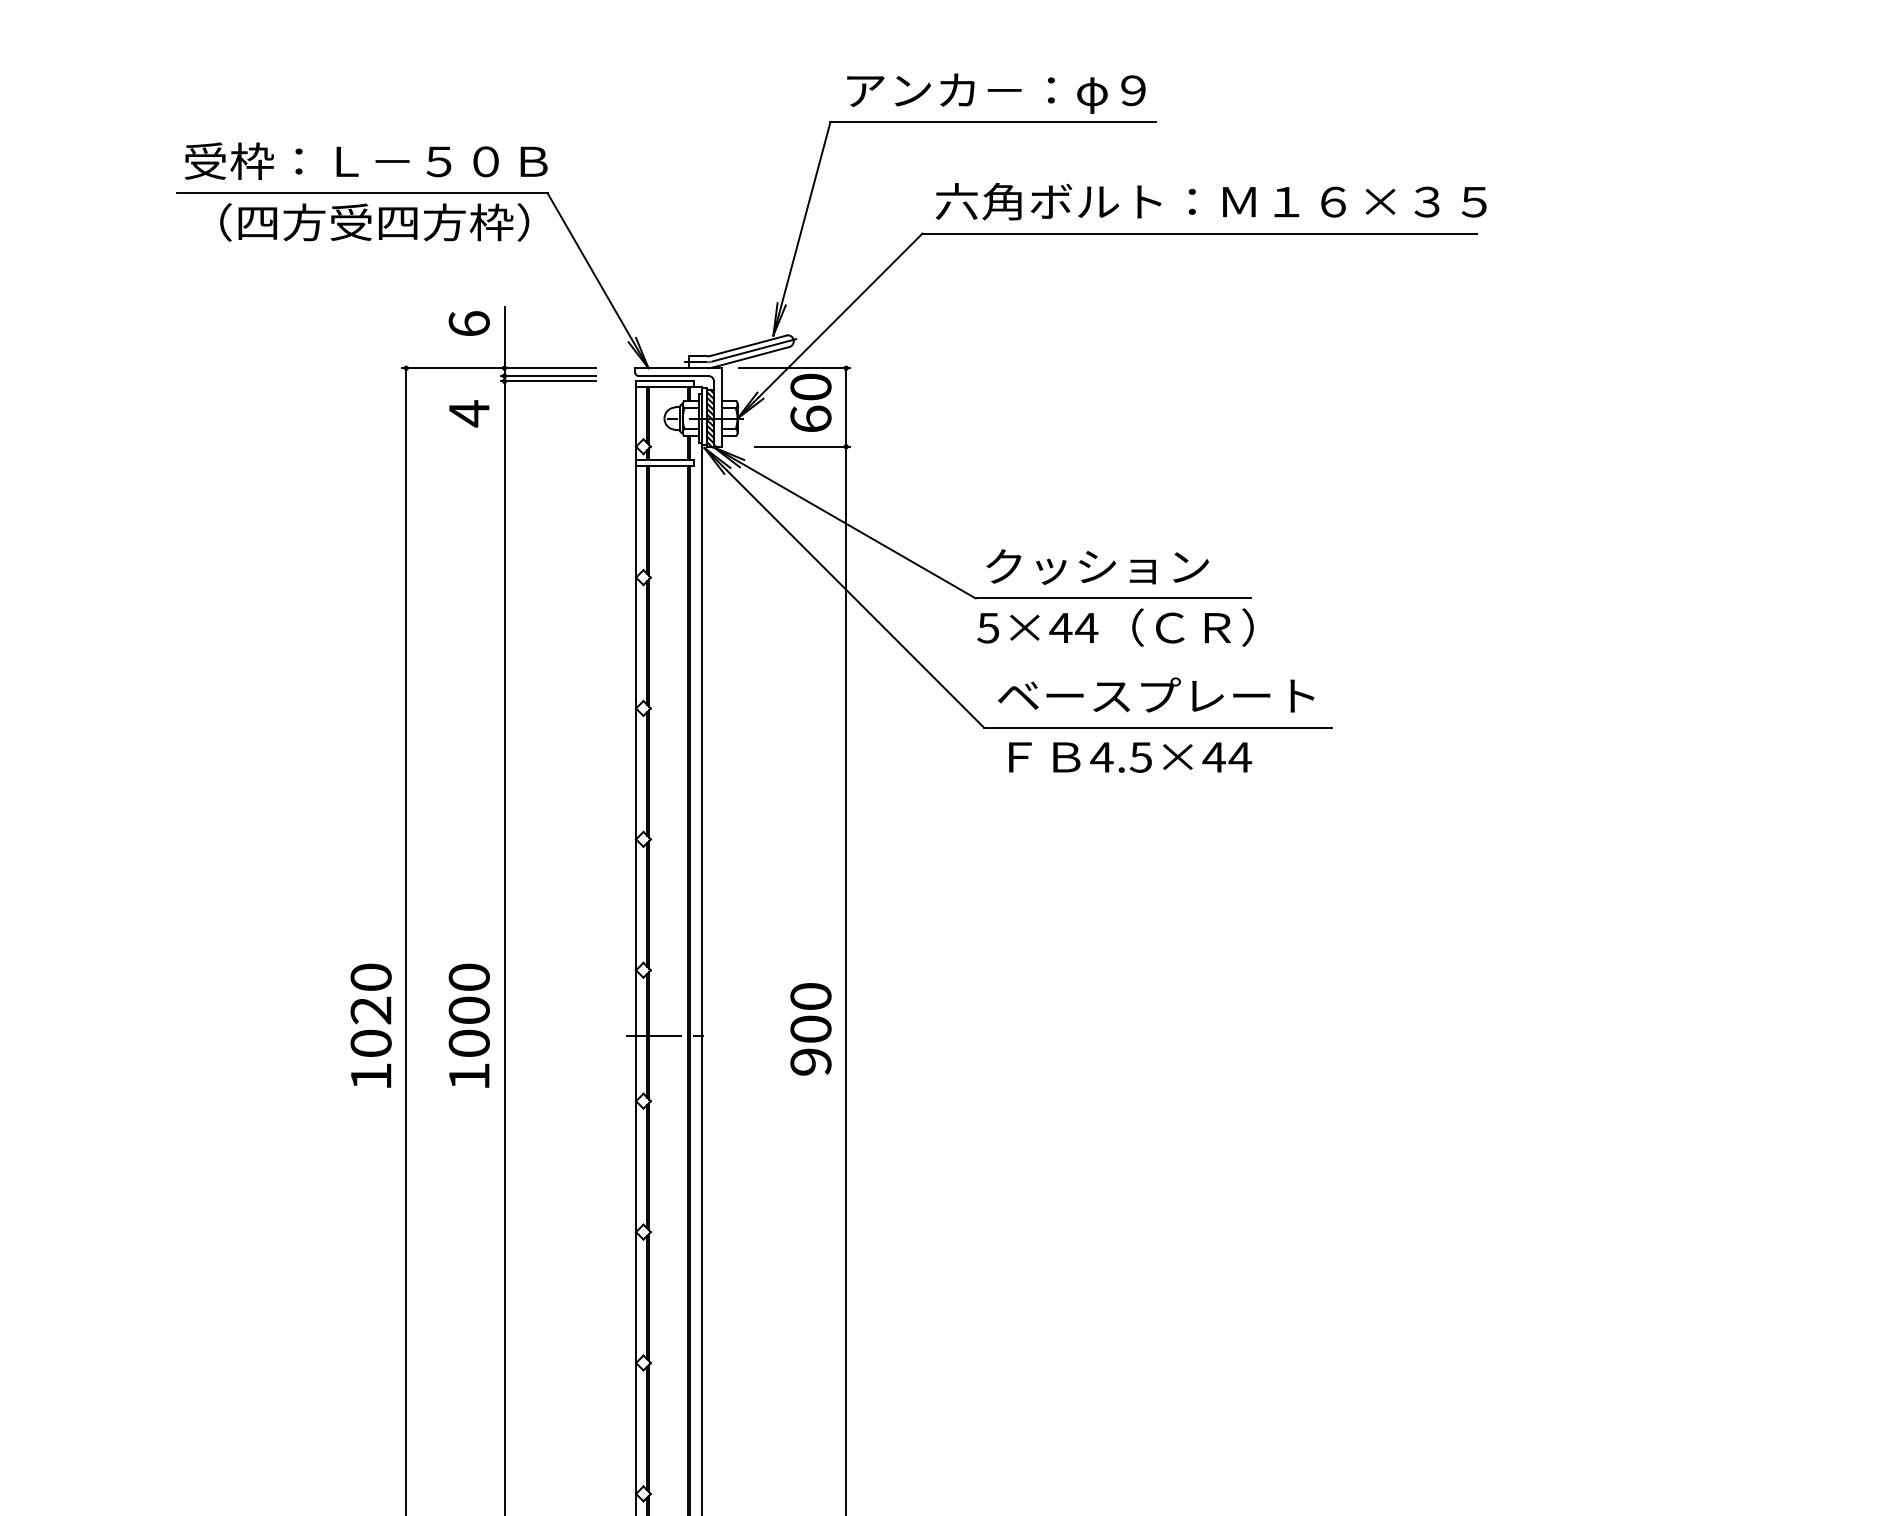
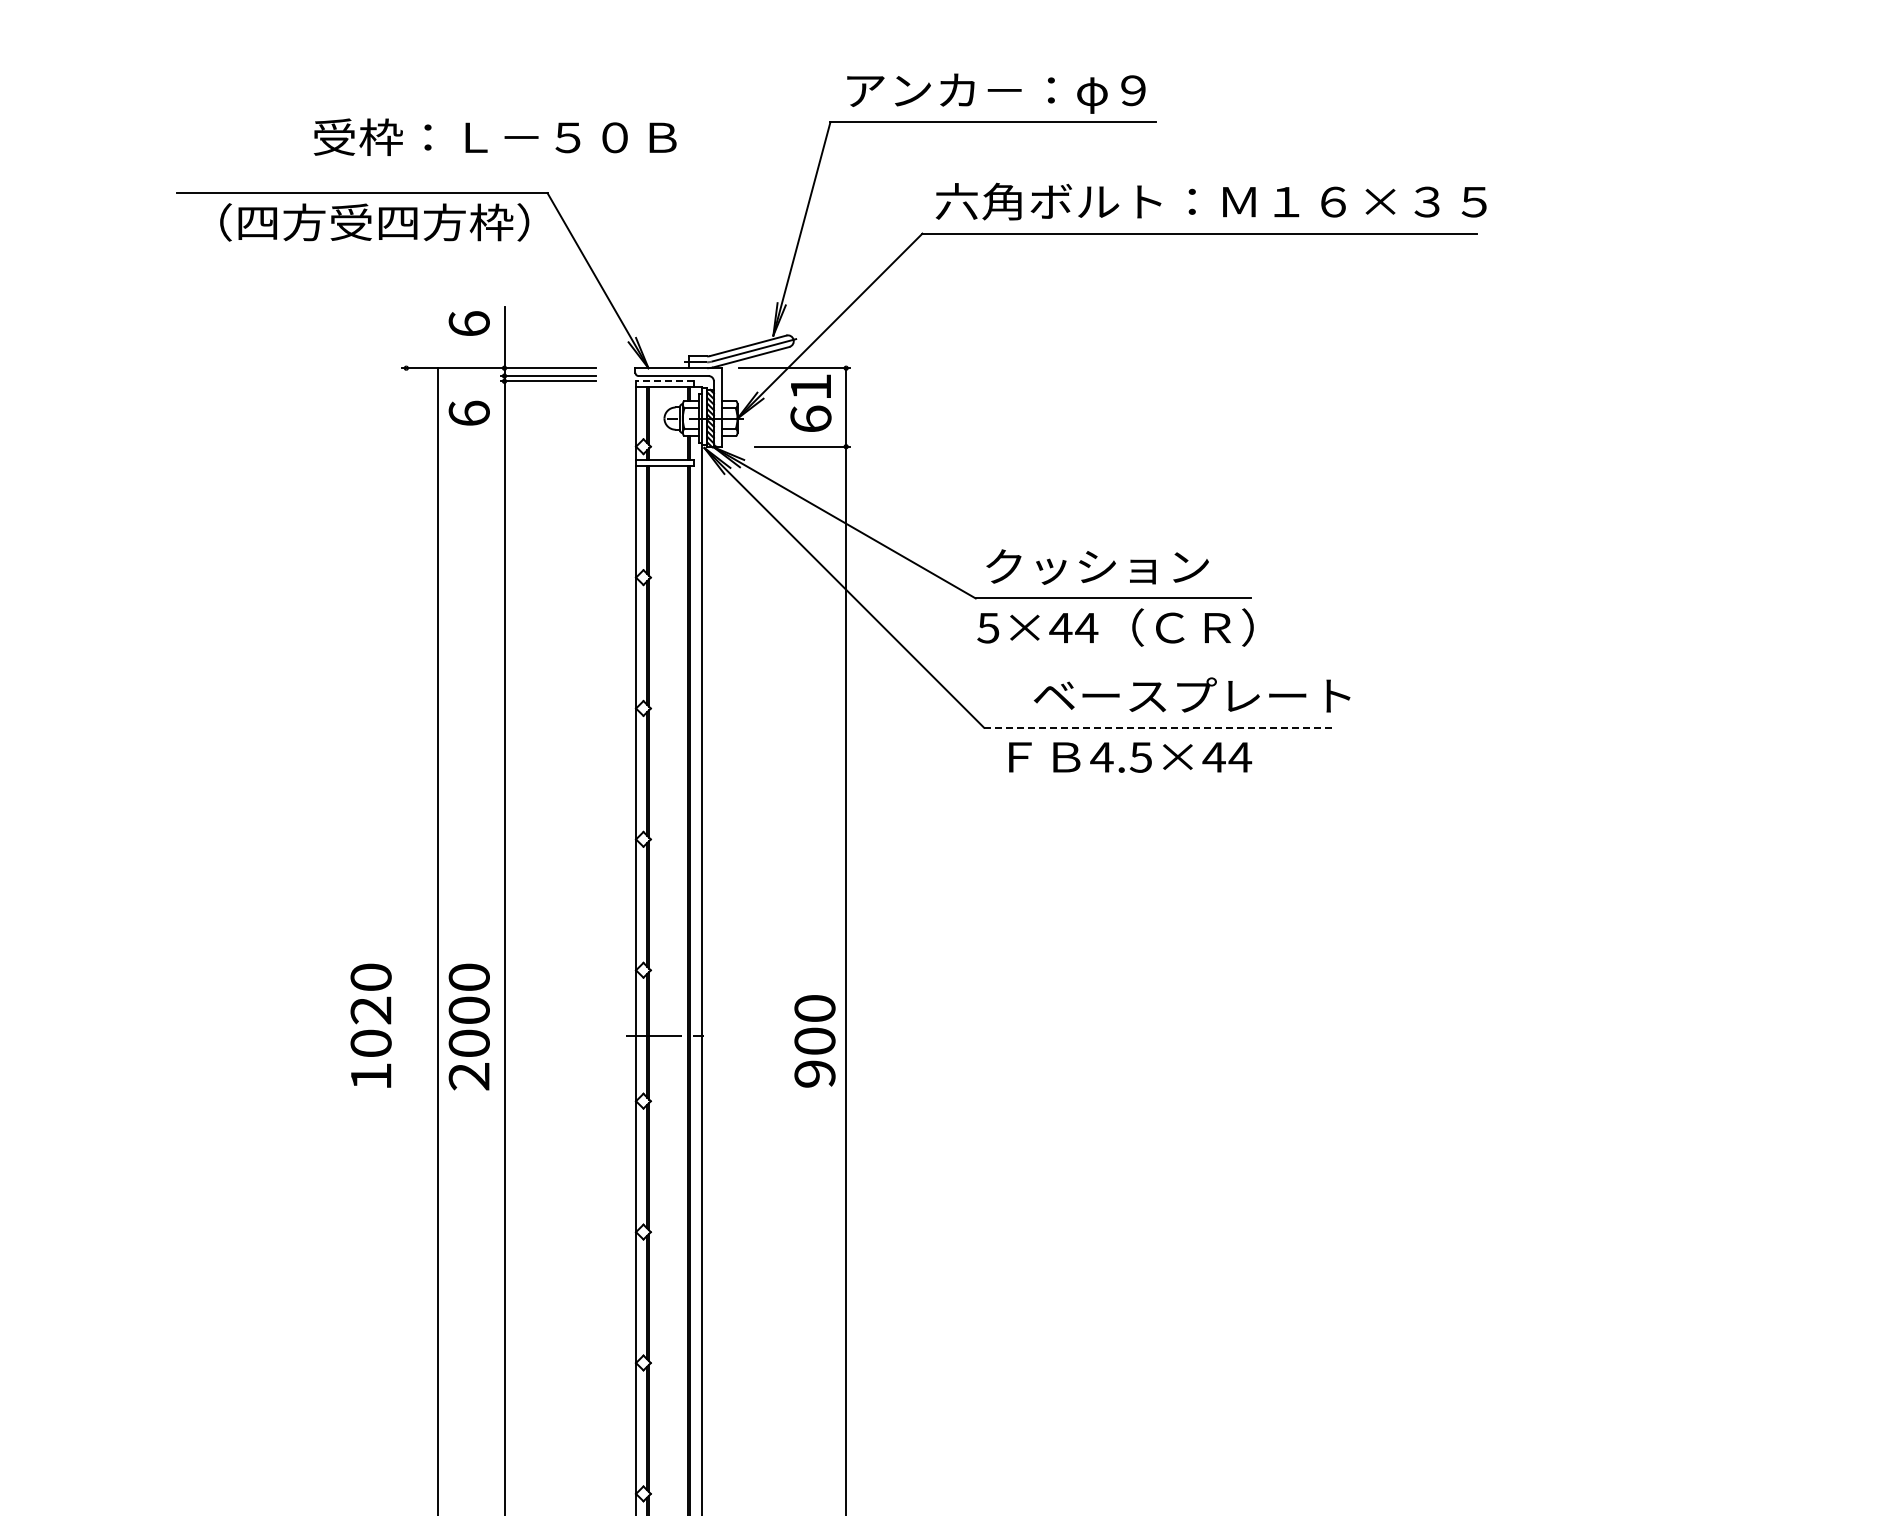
text at (365, 160) position: (365, 160) -> (494, 136)
line at (664, 381): solid -> dashed
text at (810, 386): 60 -> 61
text at (468, 413): 4 -> 6
text at (1155, 694) position: (1155, 694) -> (1191, 694)
line at (1158, 727): solid -> dashed
line at (406, 940) position: (406, 940) -> (438, 940)
text at (810, 1029) position: (810, 1029) -> (814, 1041)
text at (468, 1076): 1000 -> 2000
